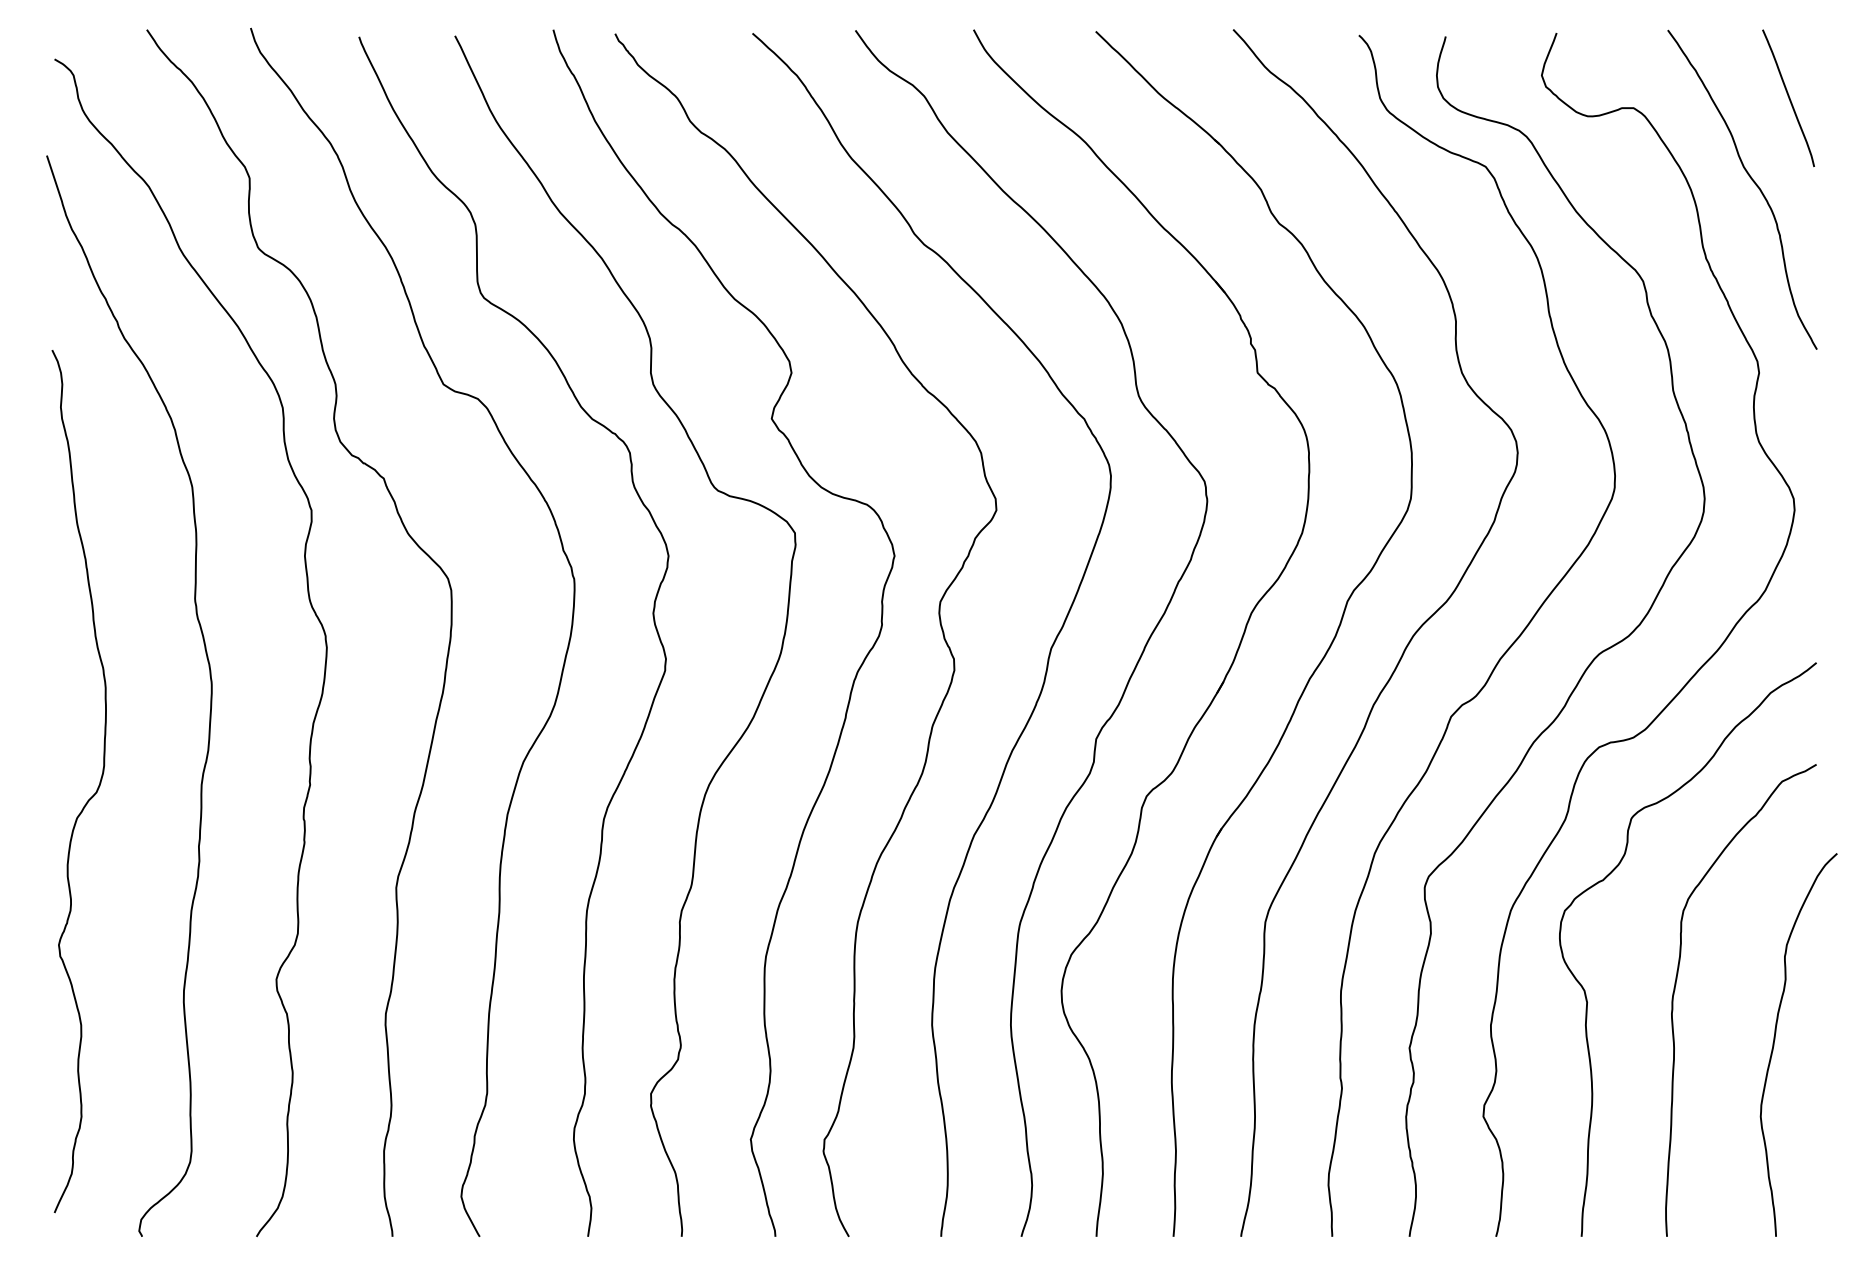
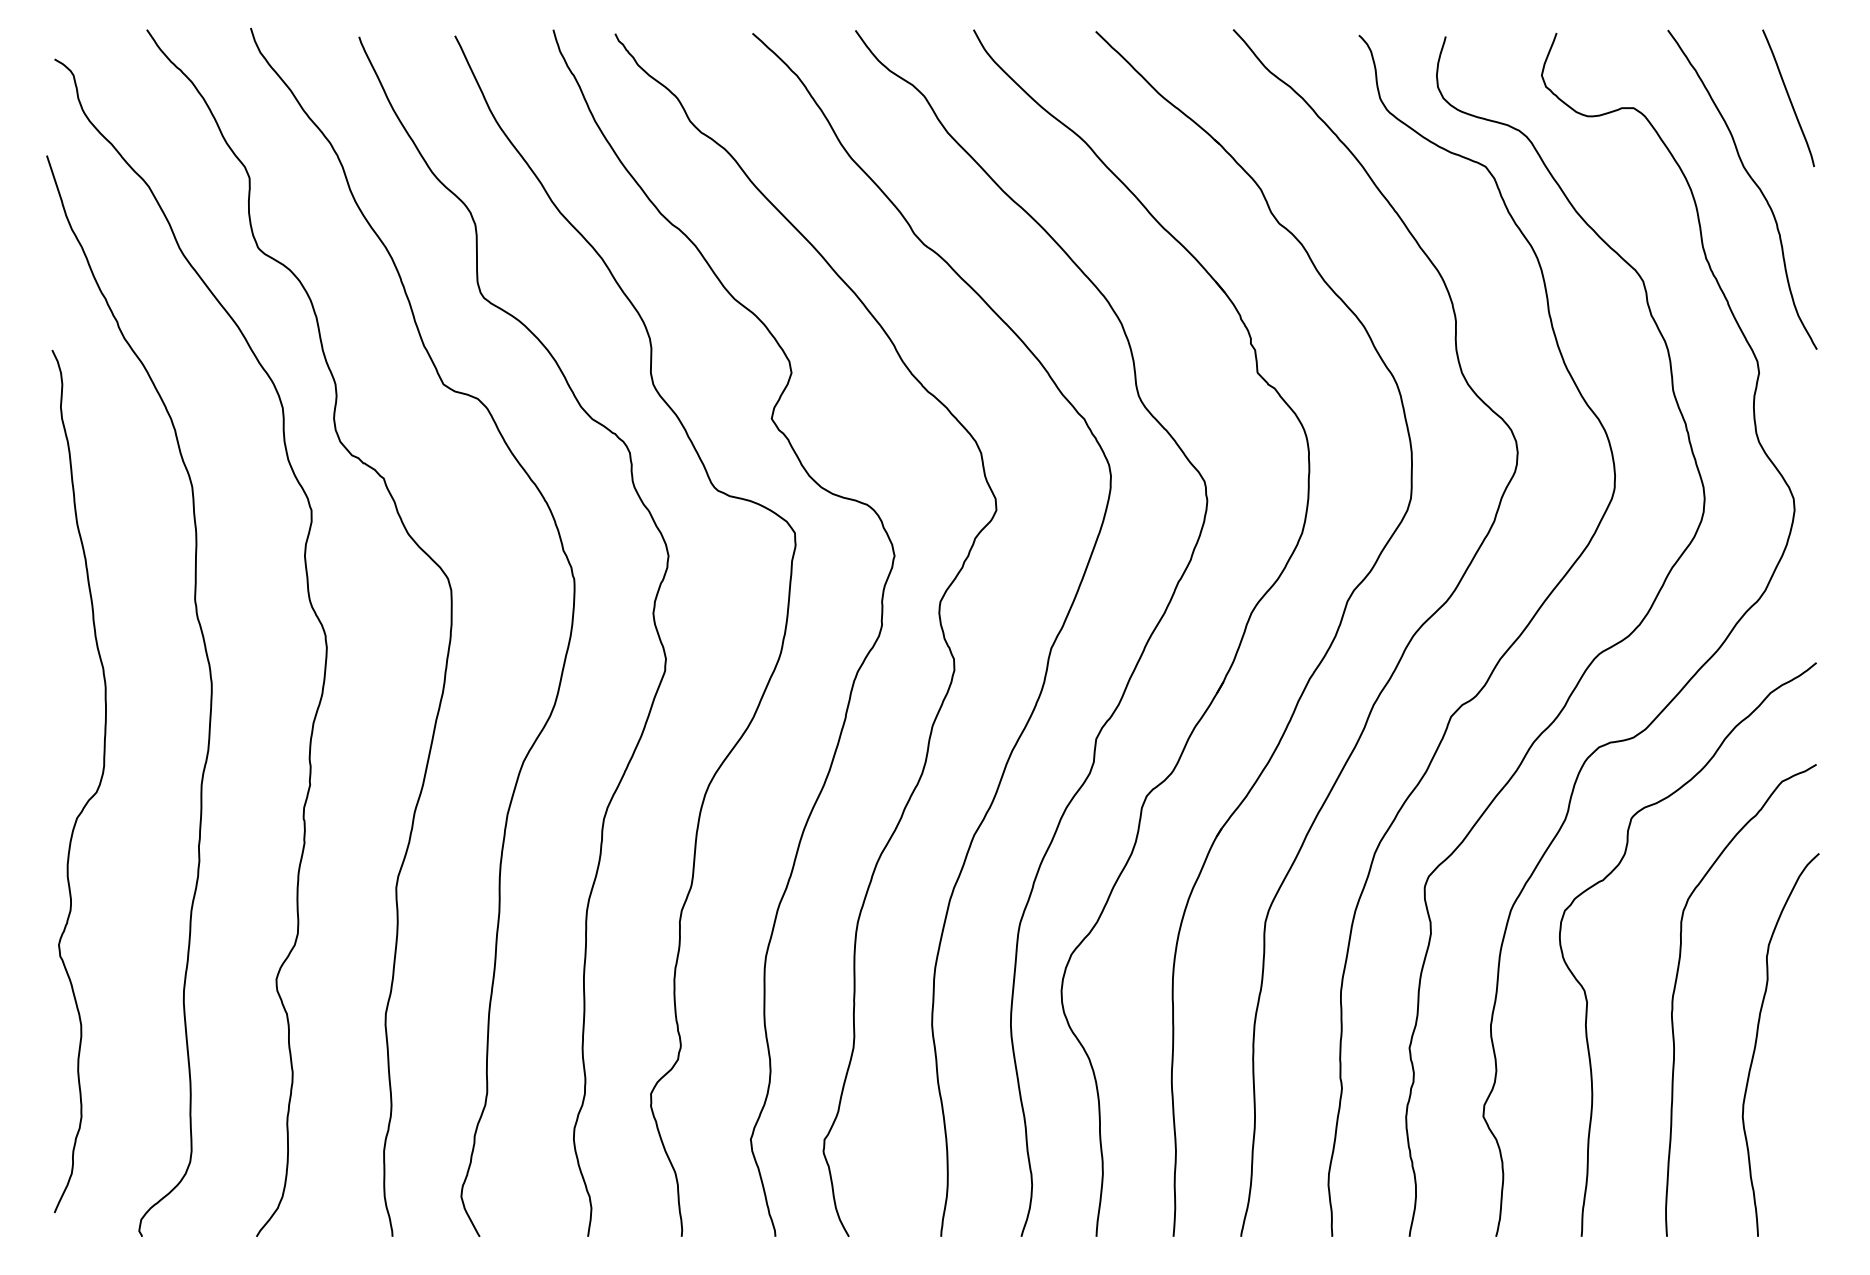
curve at (1775, 1040) position: (1775, 1040) -> (1757, 1040)
